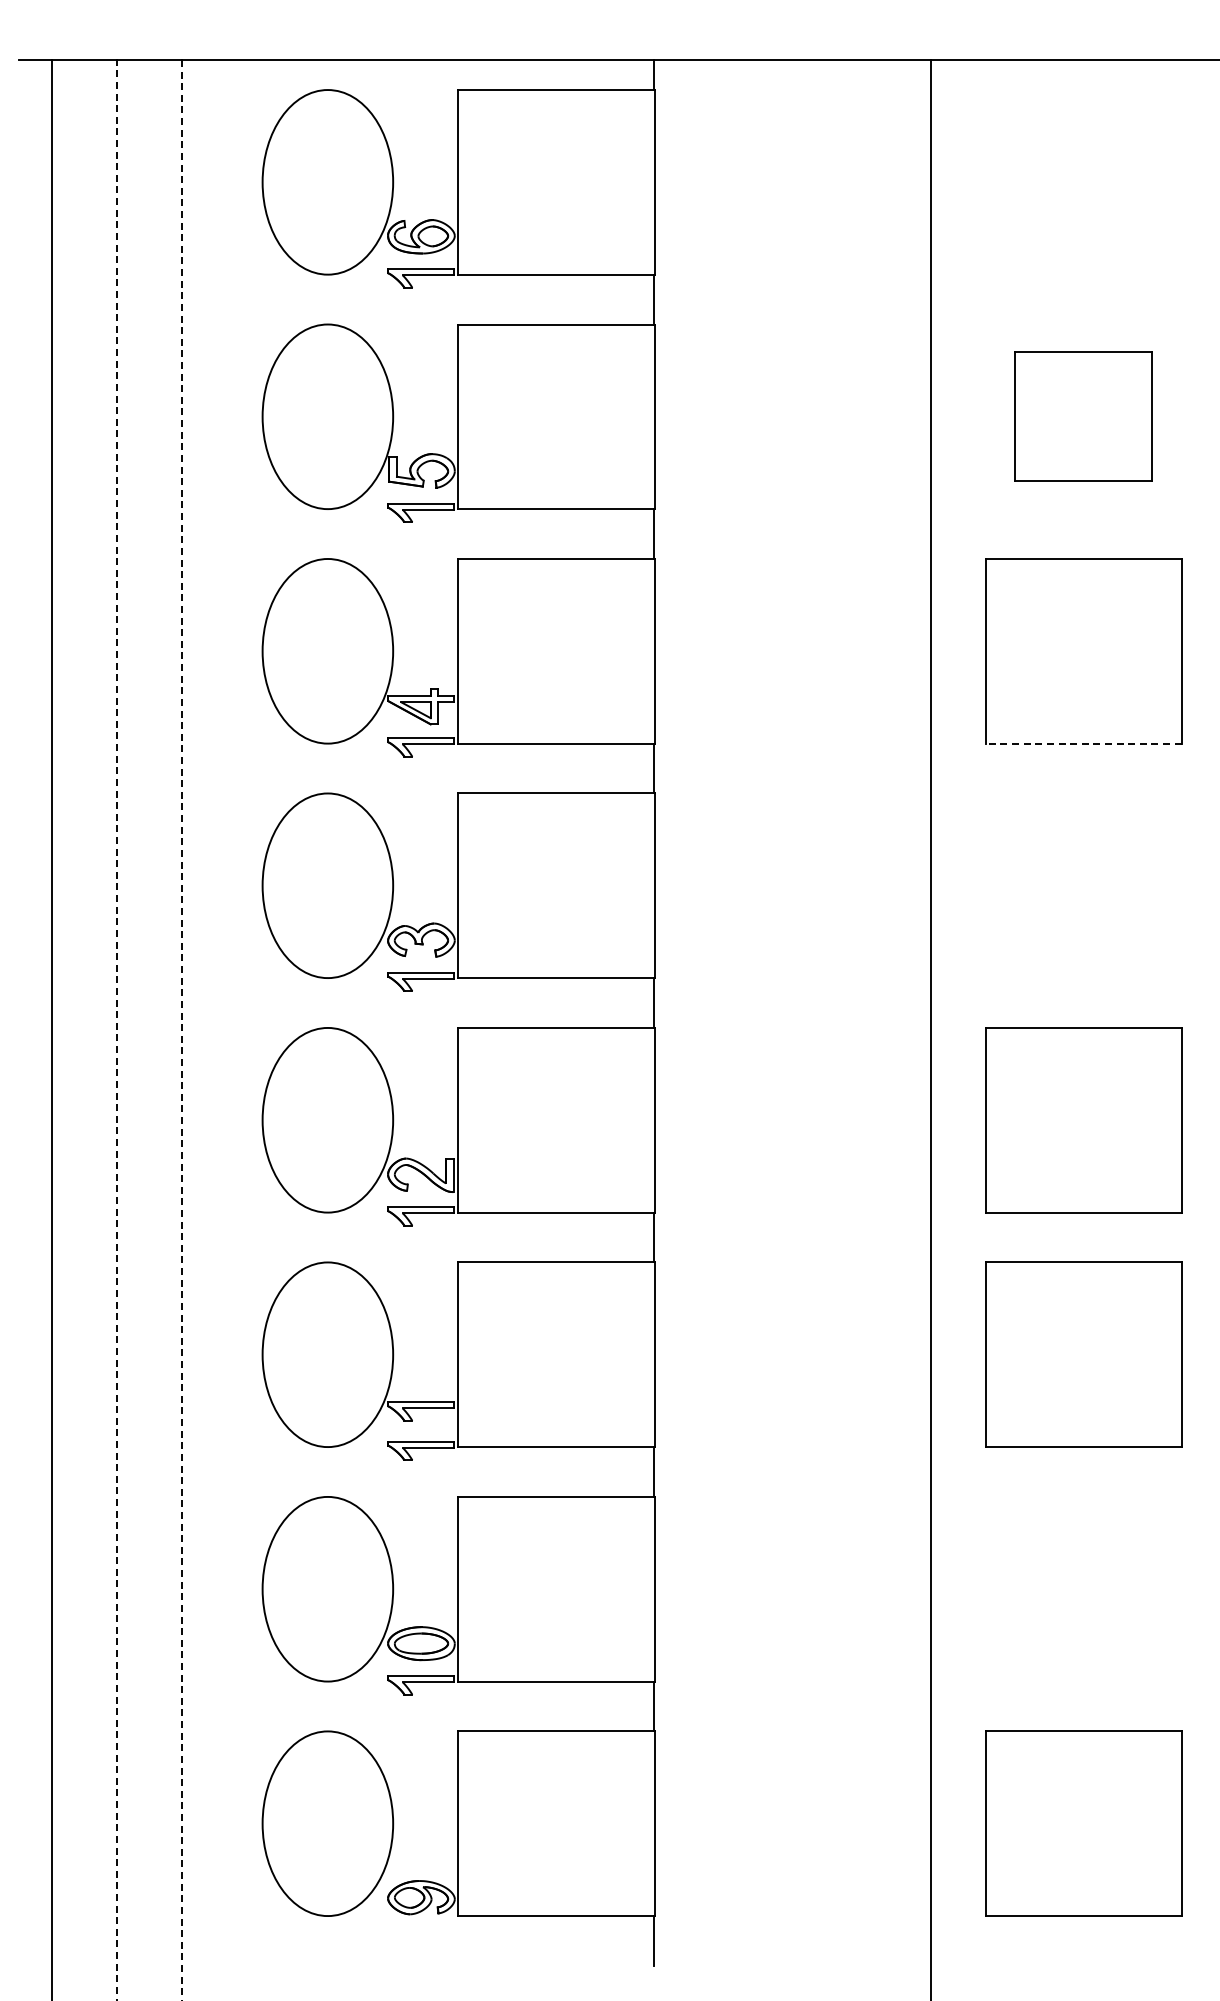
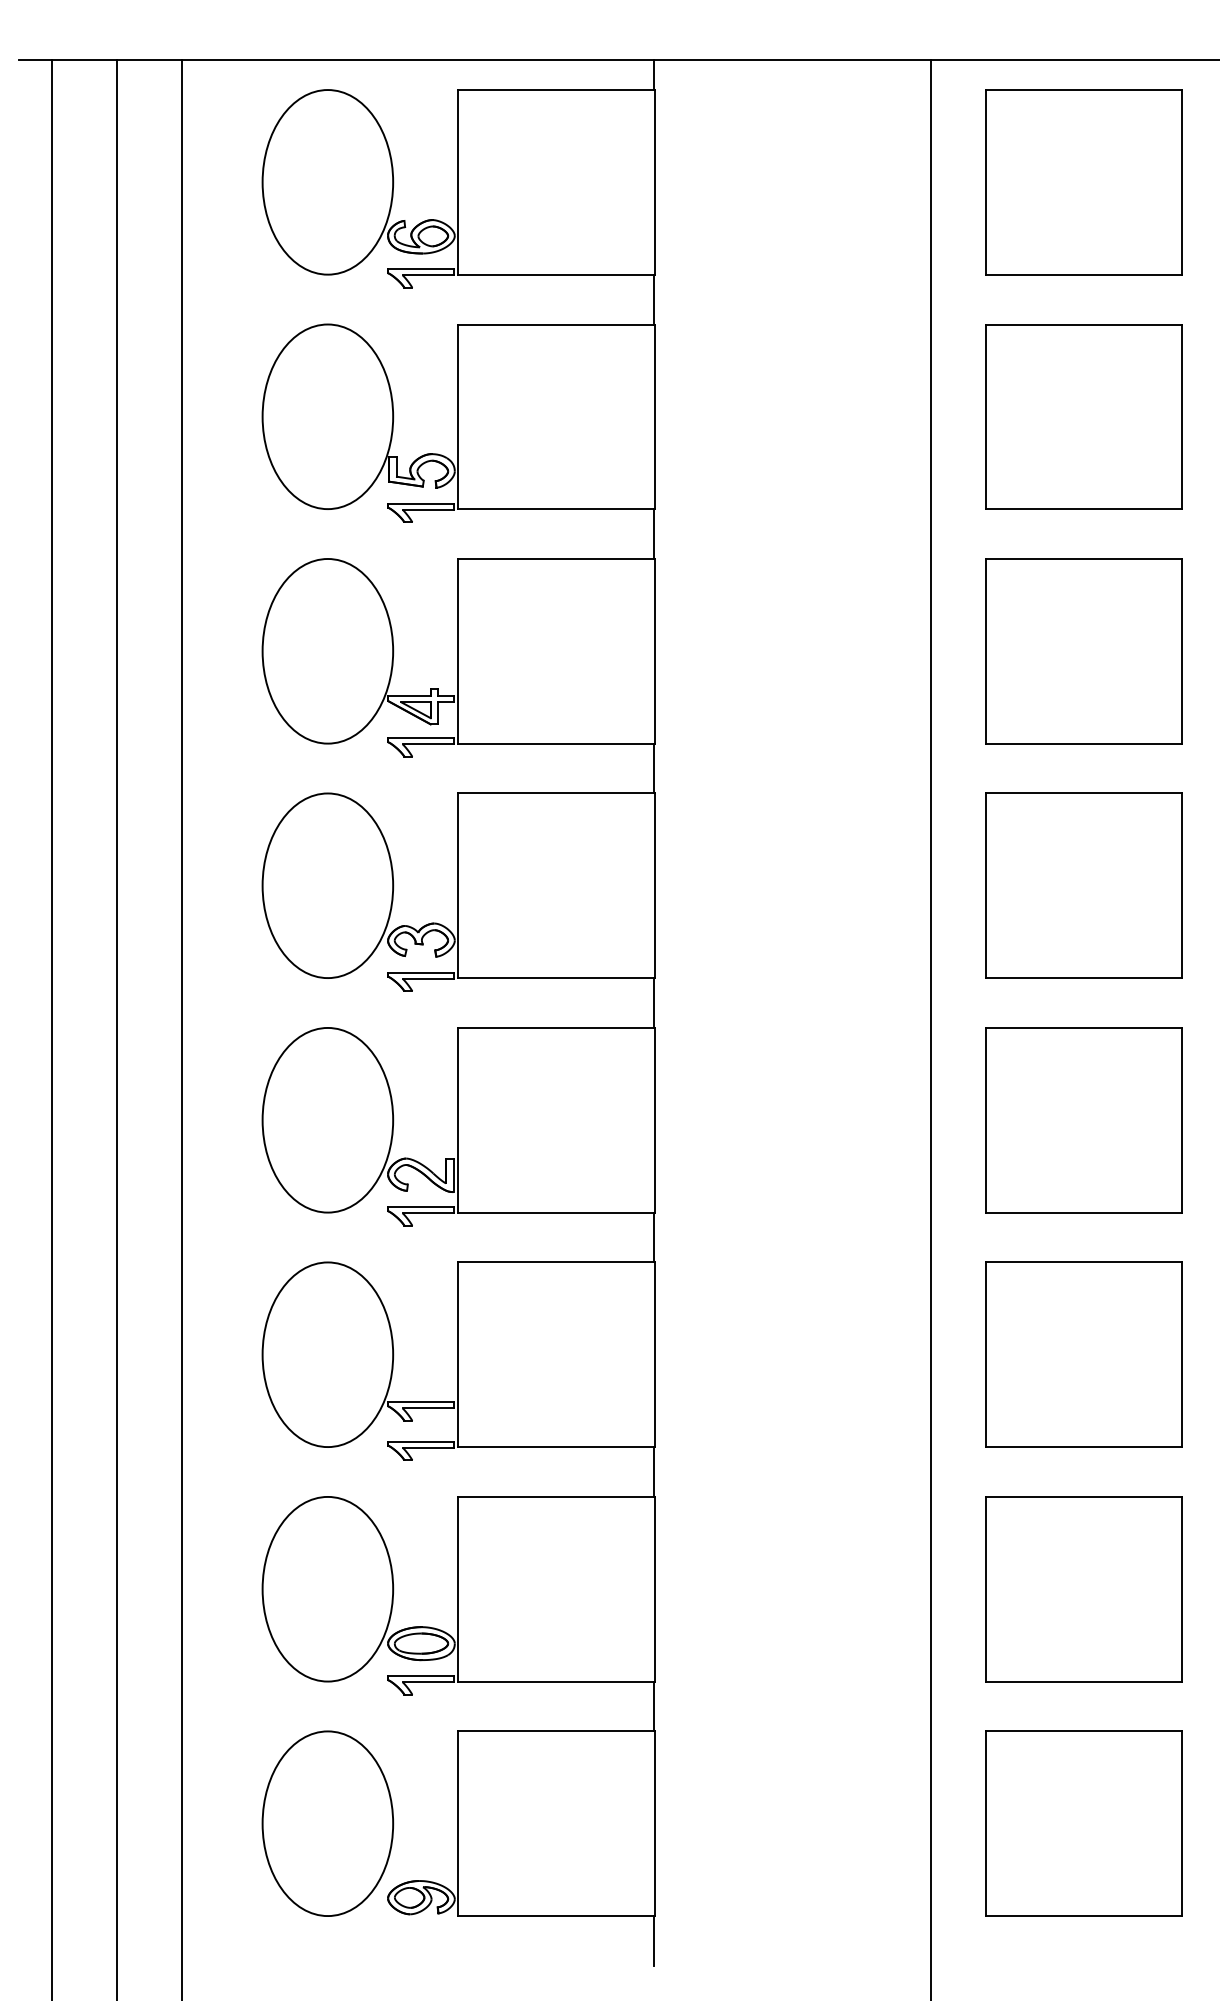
part at (1083, 182): none -> present
part at (1083, 416) size: 139x131 px -> 198x186 px
line at (1083, 743): dashed -> solid
part at (1083, 885): none -> present
line at (116, 1029): dashed -> solid
line at (182, 1030): dashed -> solid
part at (1083, 1589): none -> present
